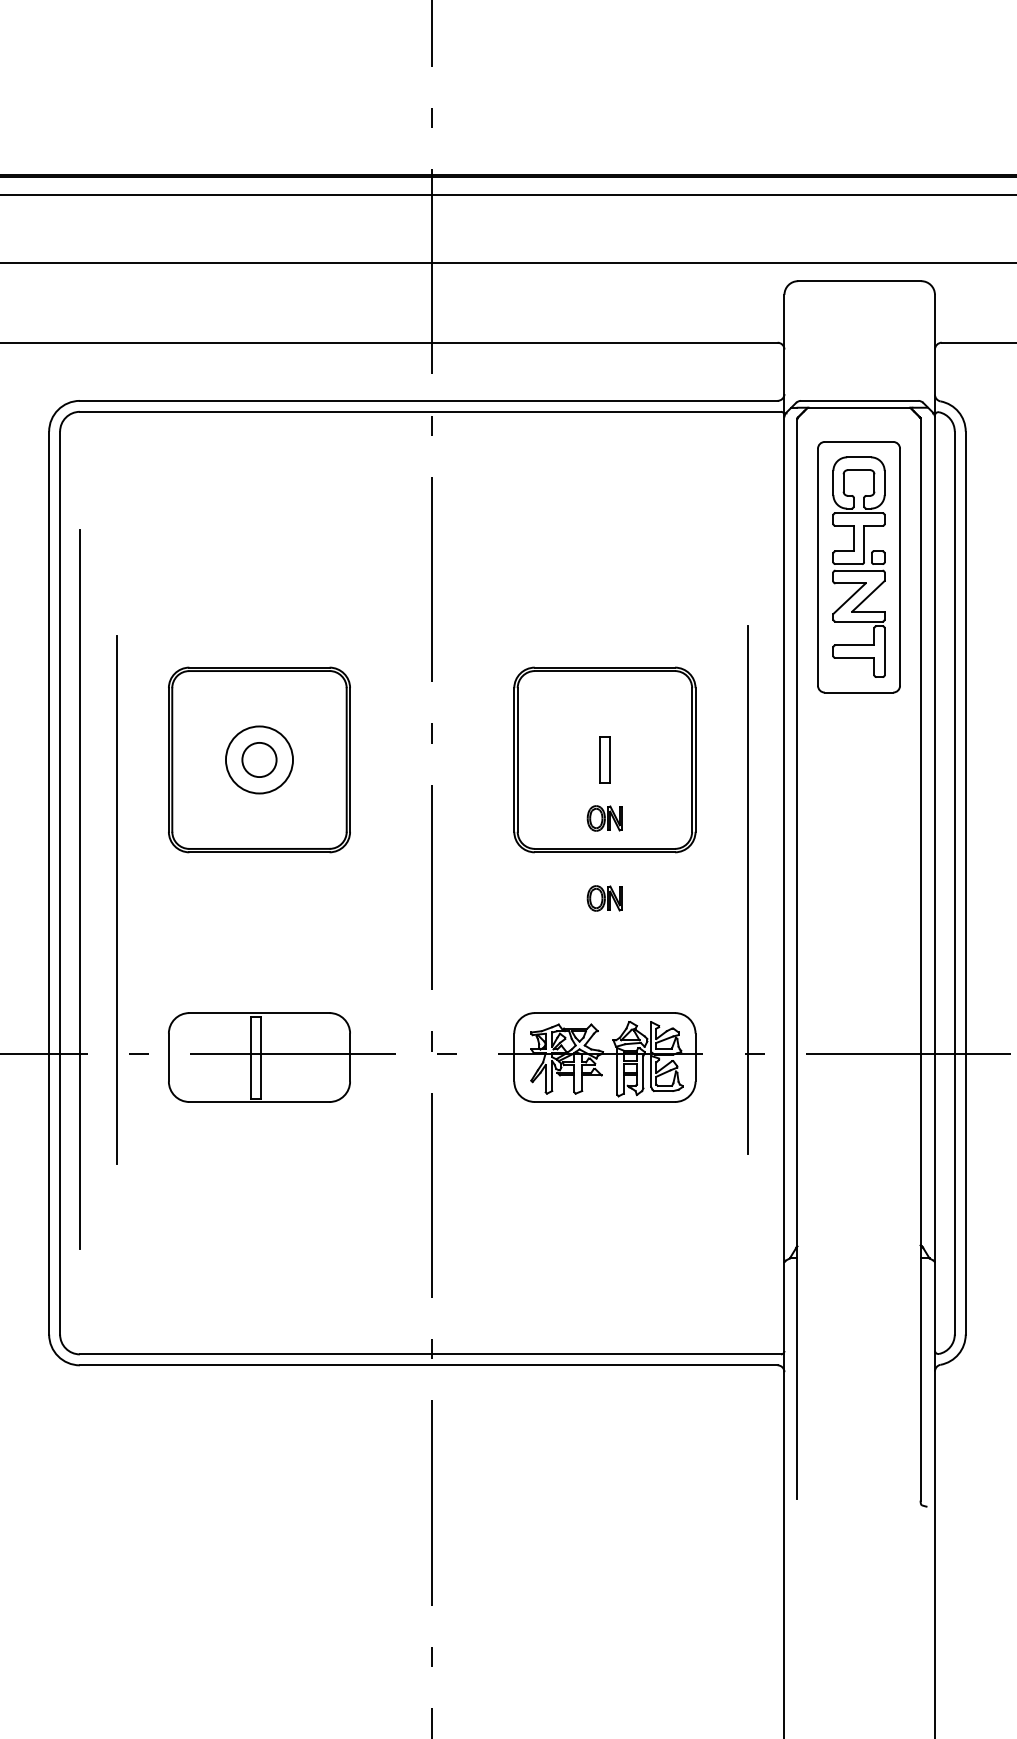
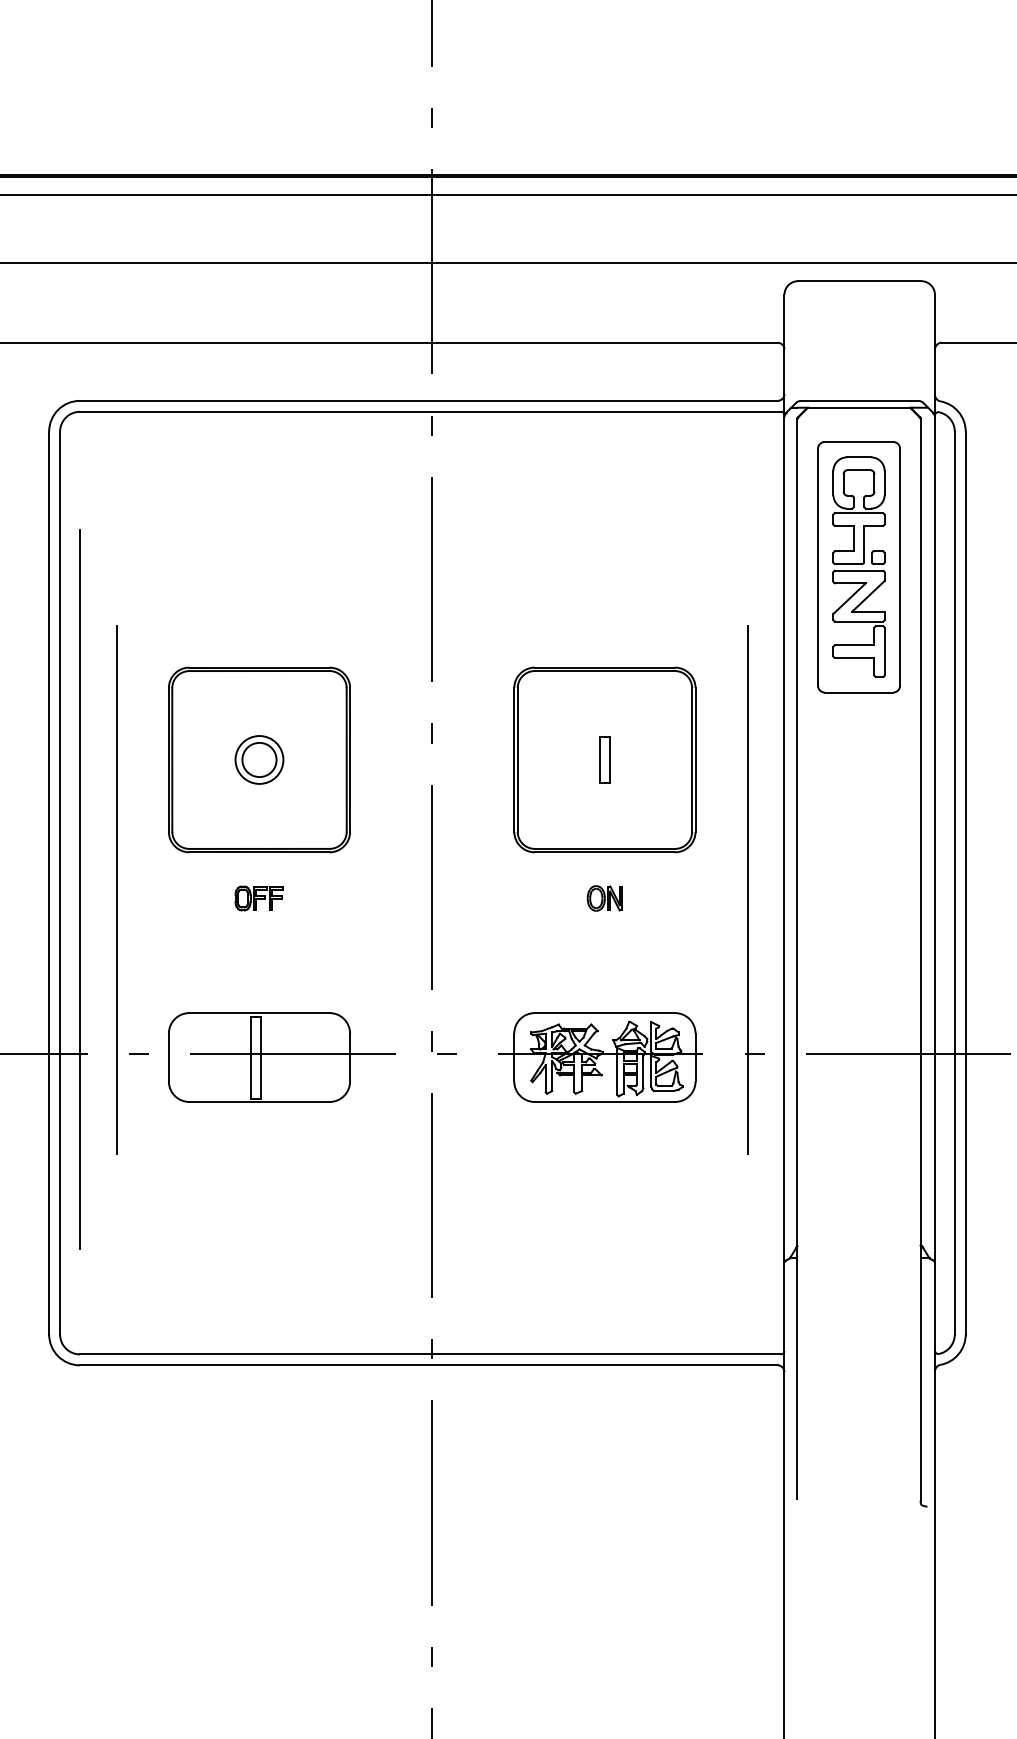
circle at (259, 759) diameter: 67 px -> 48 px
part at (604, 818): present -> none
part at (258, 898): none -> present
line at (116, 899) position: (116, 899) -> (116, 889)
